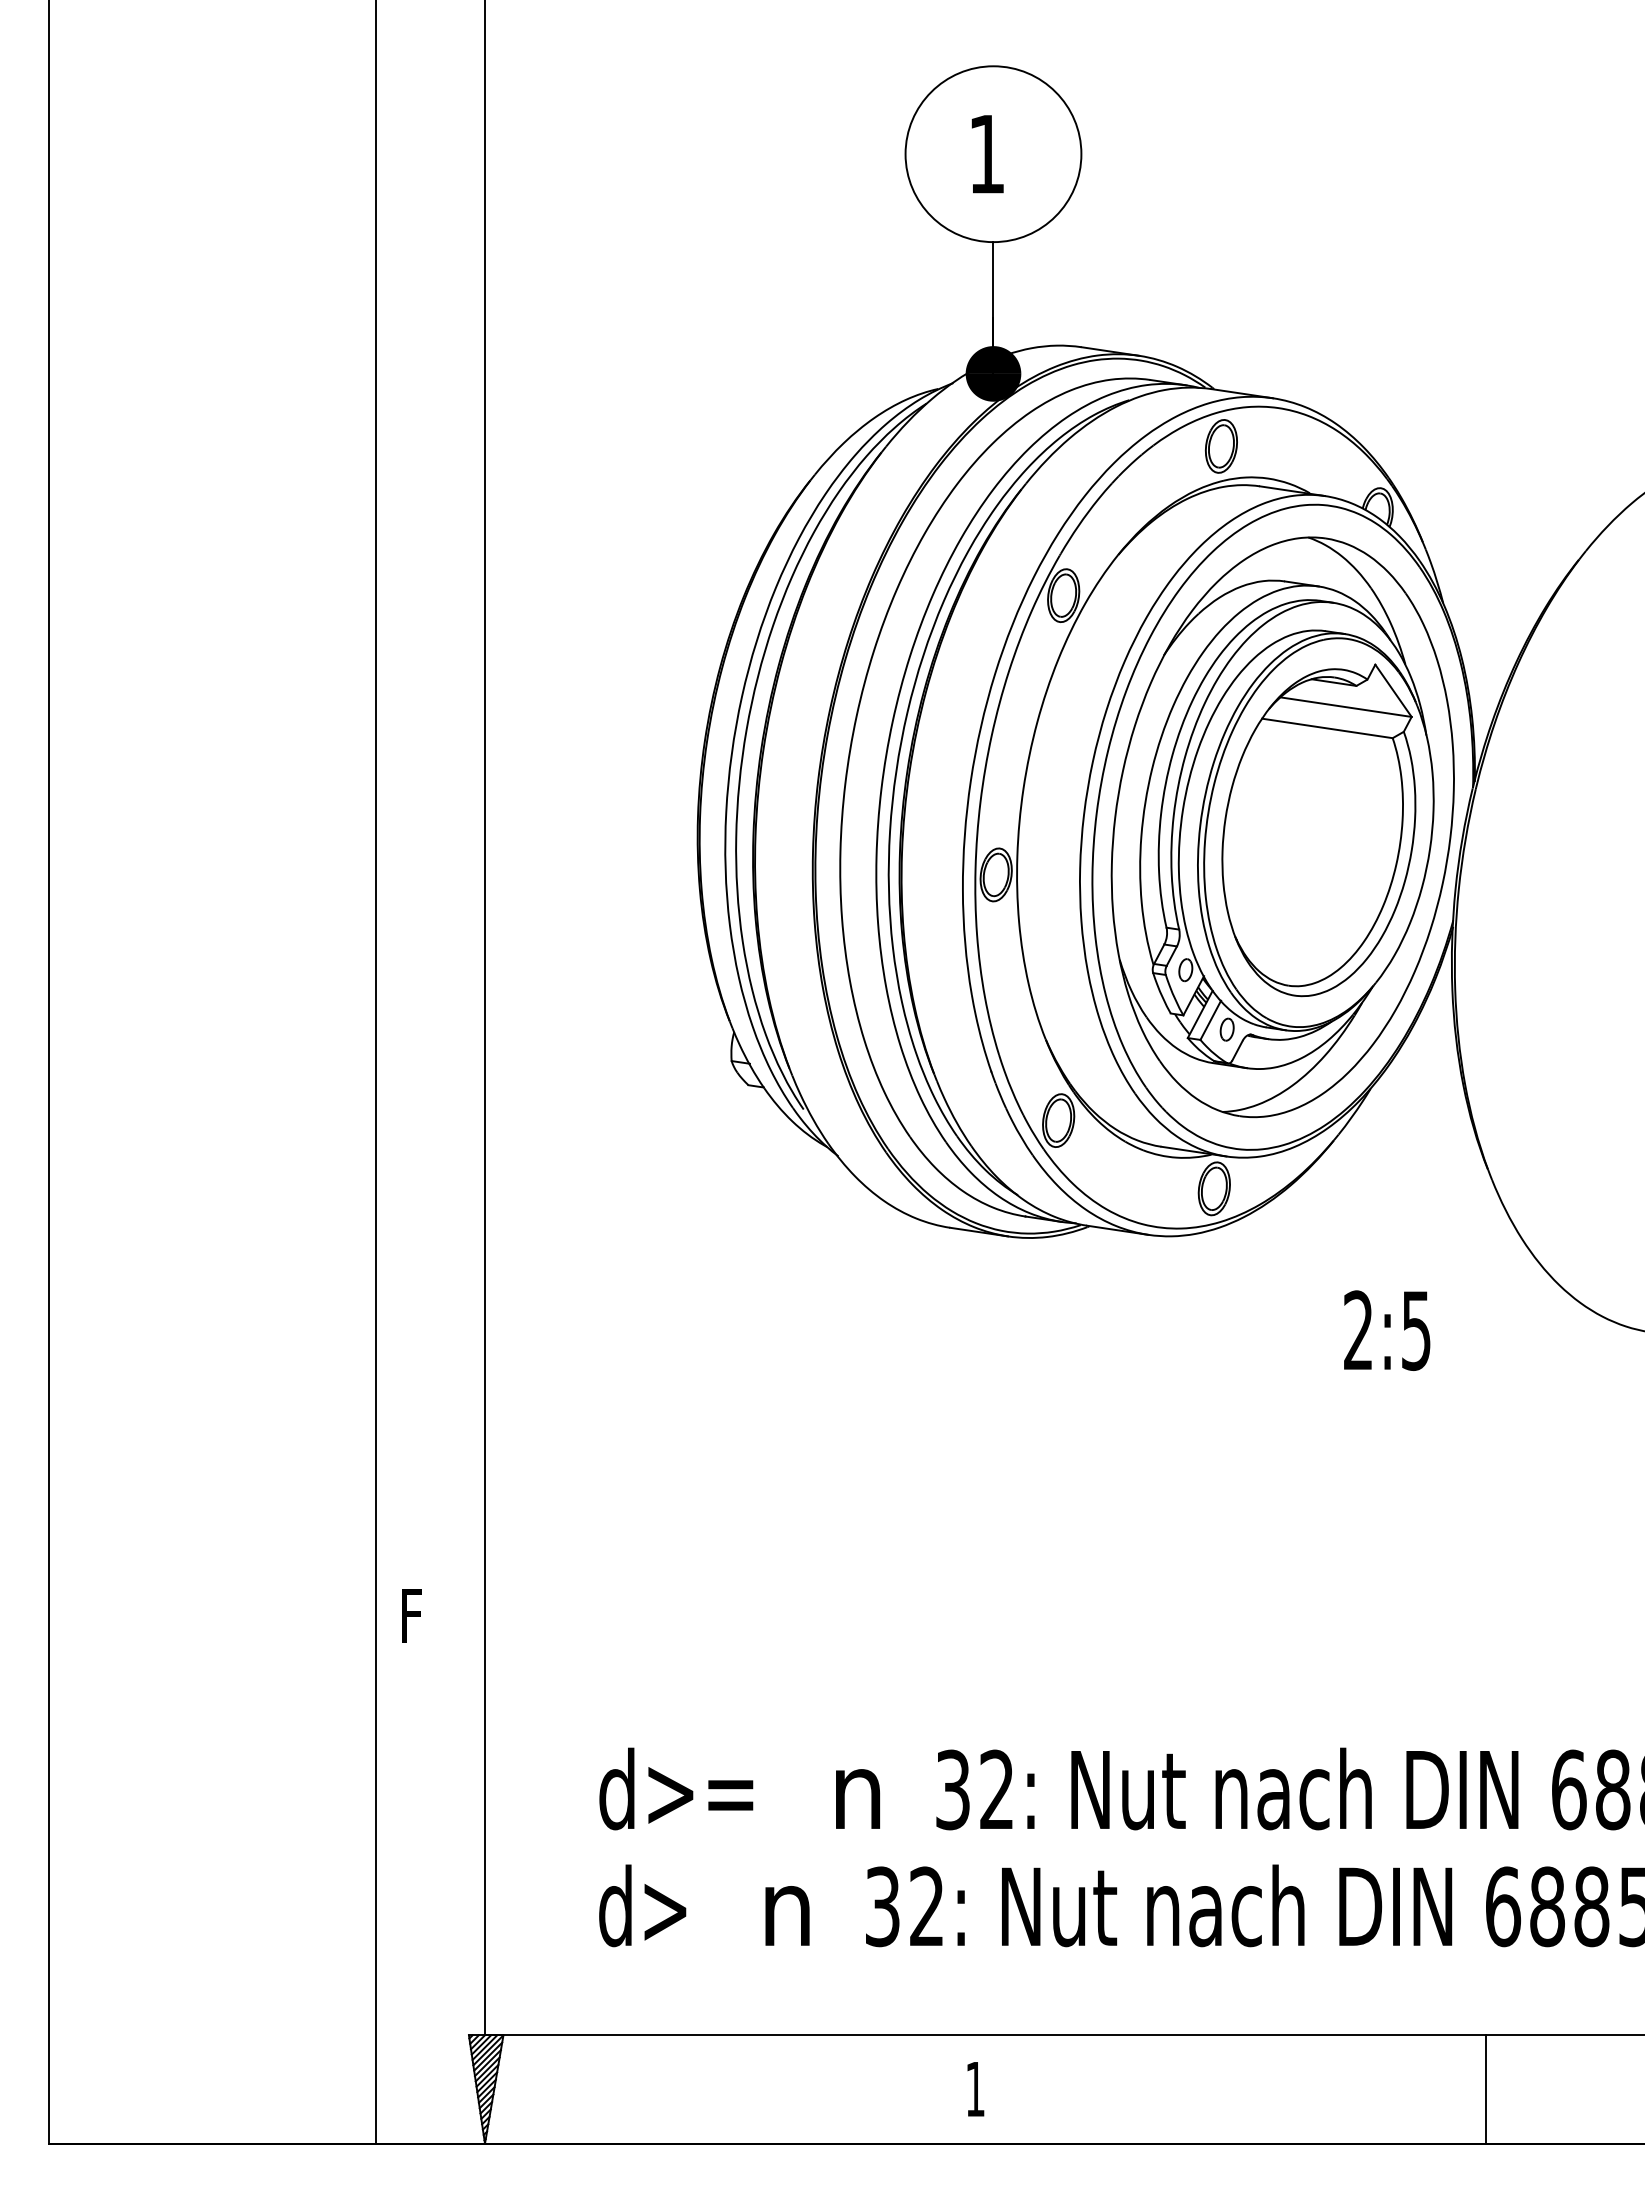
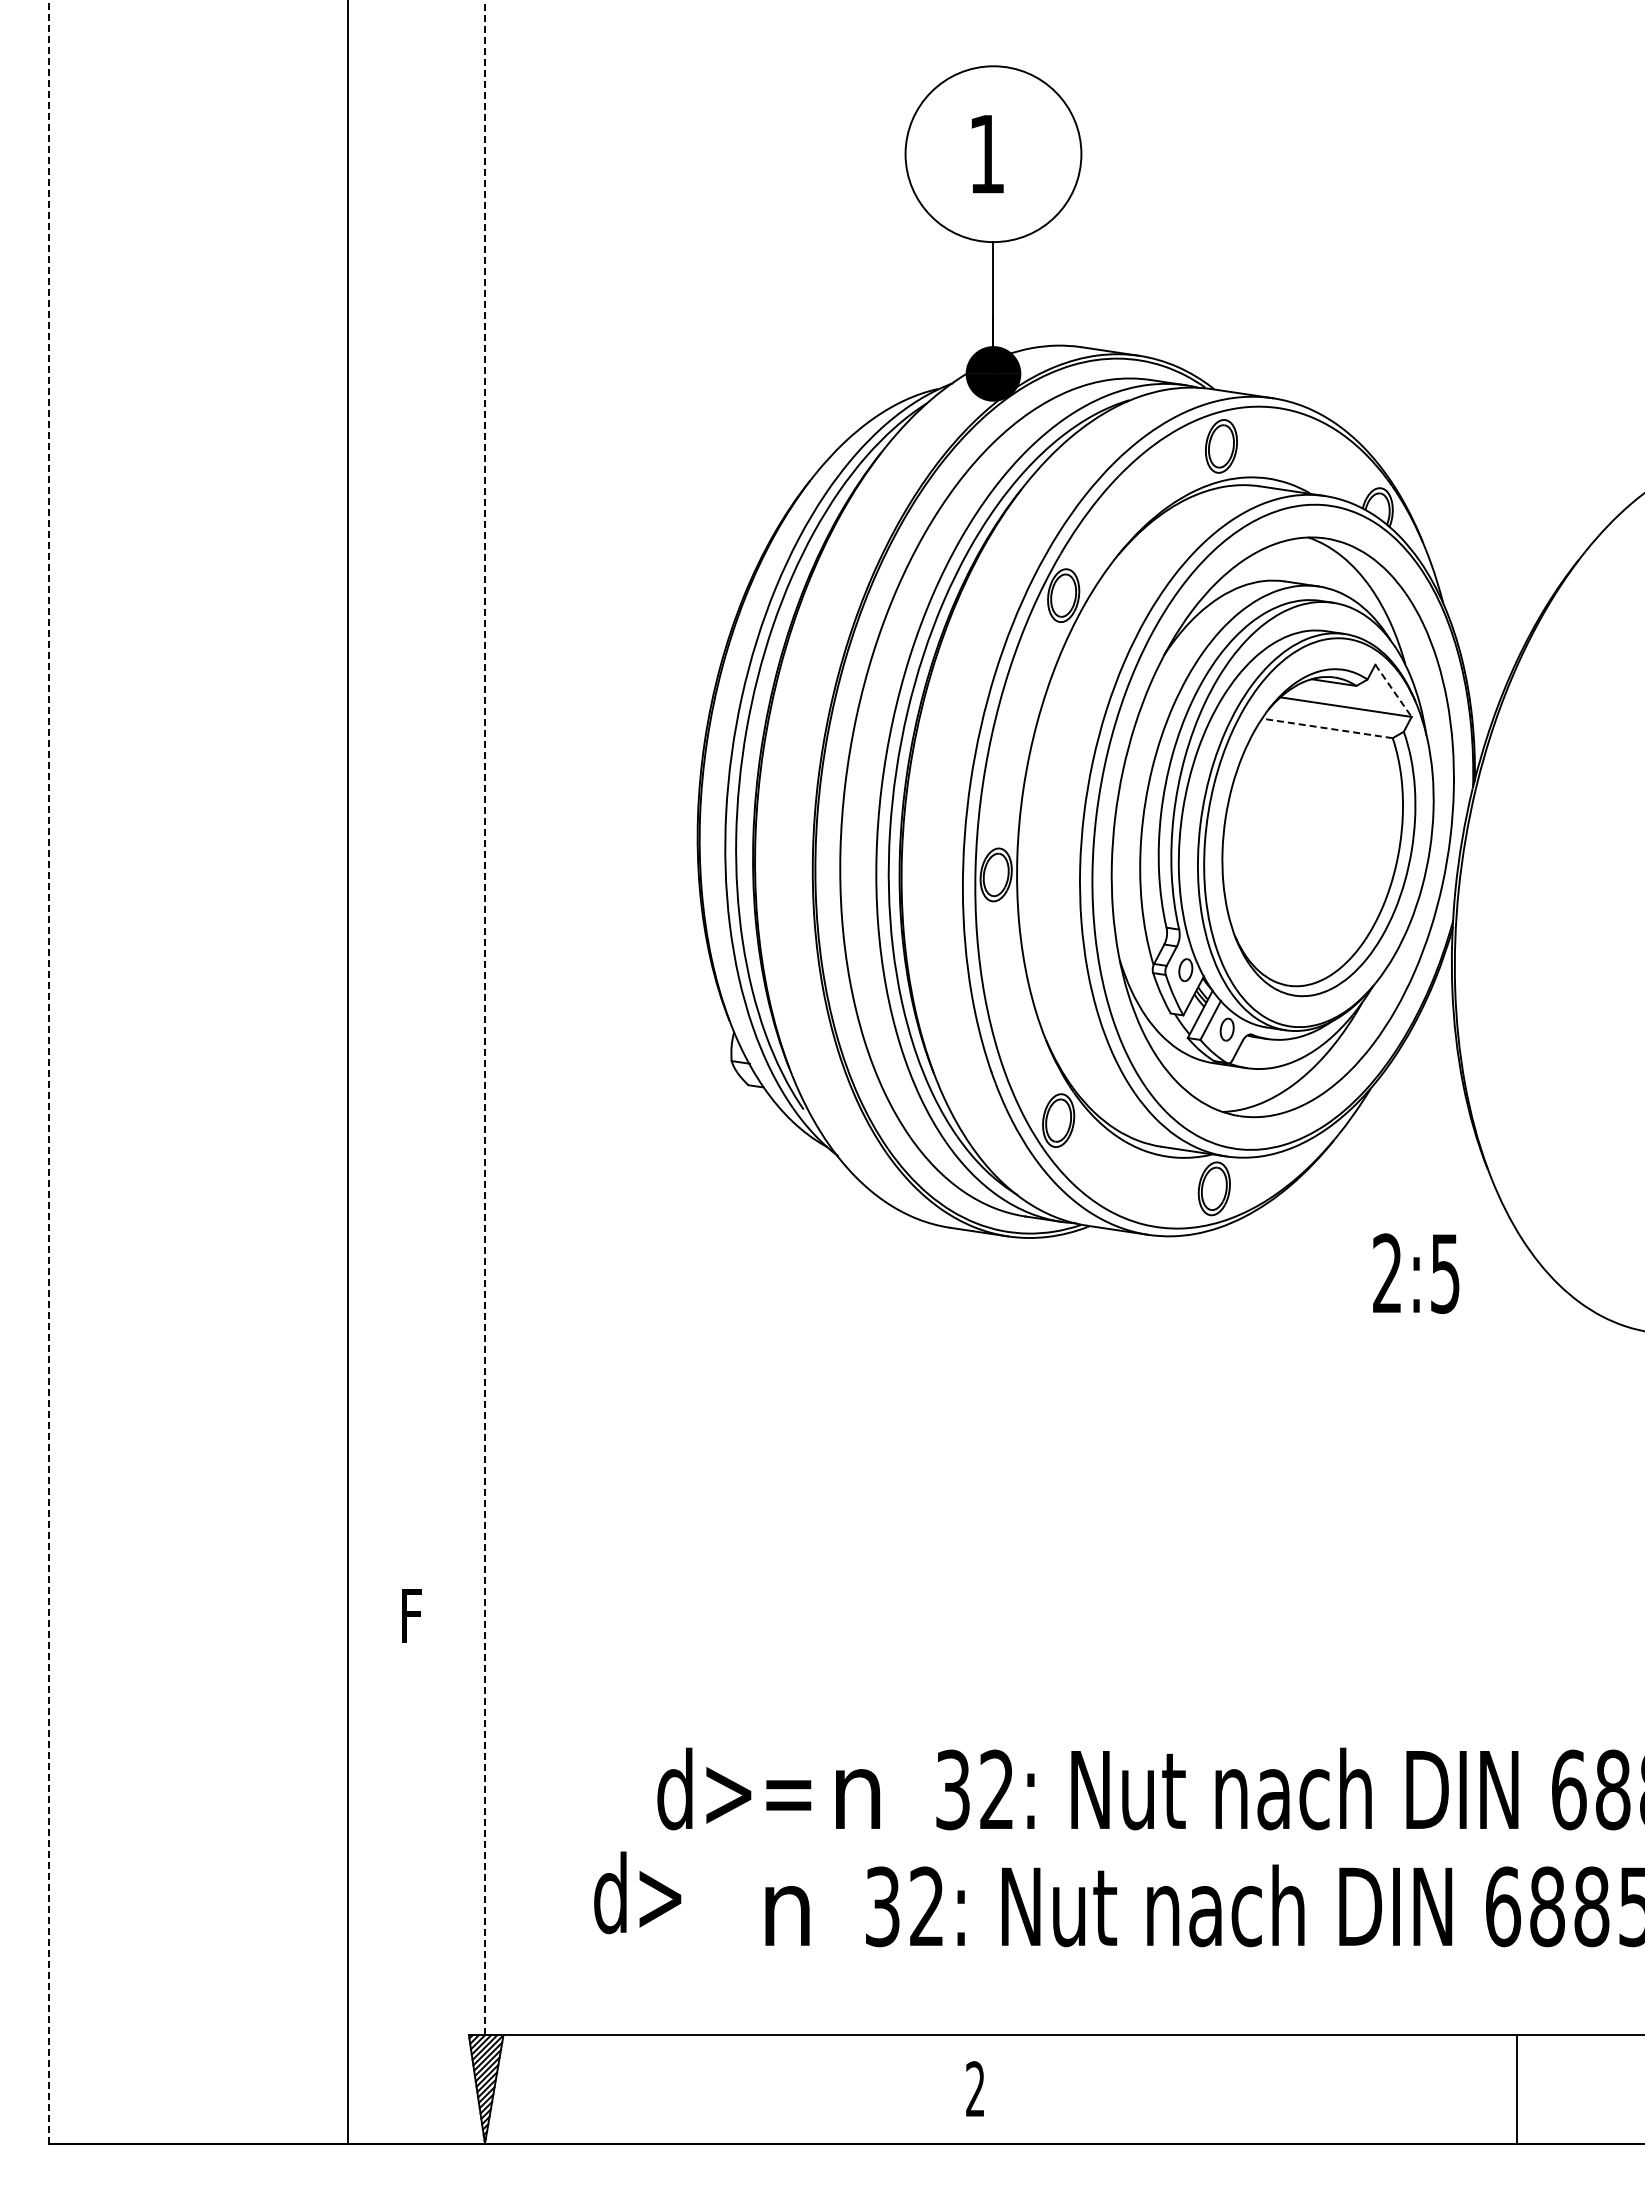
line at (1393, 690): solid -> dashed
line at (1327, 728): solid -> dashed
line at (484, 1017): solid -> dashed
line at (49, 1071): solid -> dashed
line at (375, 1072) position: (375, 1072) -> (347, 1072)
text at (1387, 1330) position: (1387, 1330) -> (1416, 1273)
text at (676, 1788) position: (676, 1788) -> (734, 1788)
text at (642, 1905) position: (642, 1905) -> (637, 1892)
text at (975, 2088): 1 -> 2
line at (1485, 2088) position: (1485, 2088) -> (1516, 2088)
